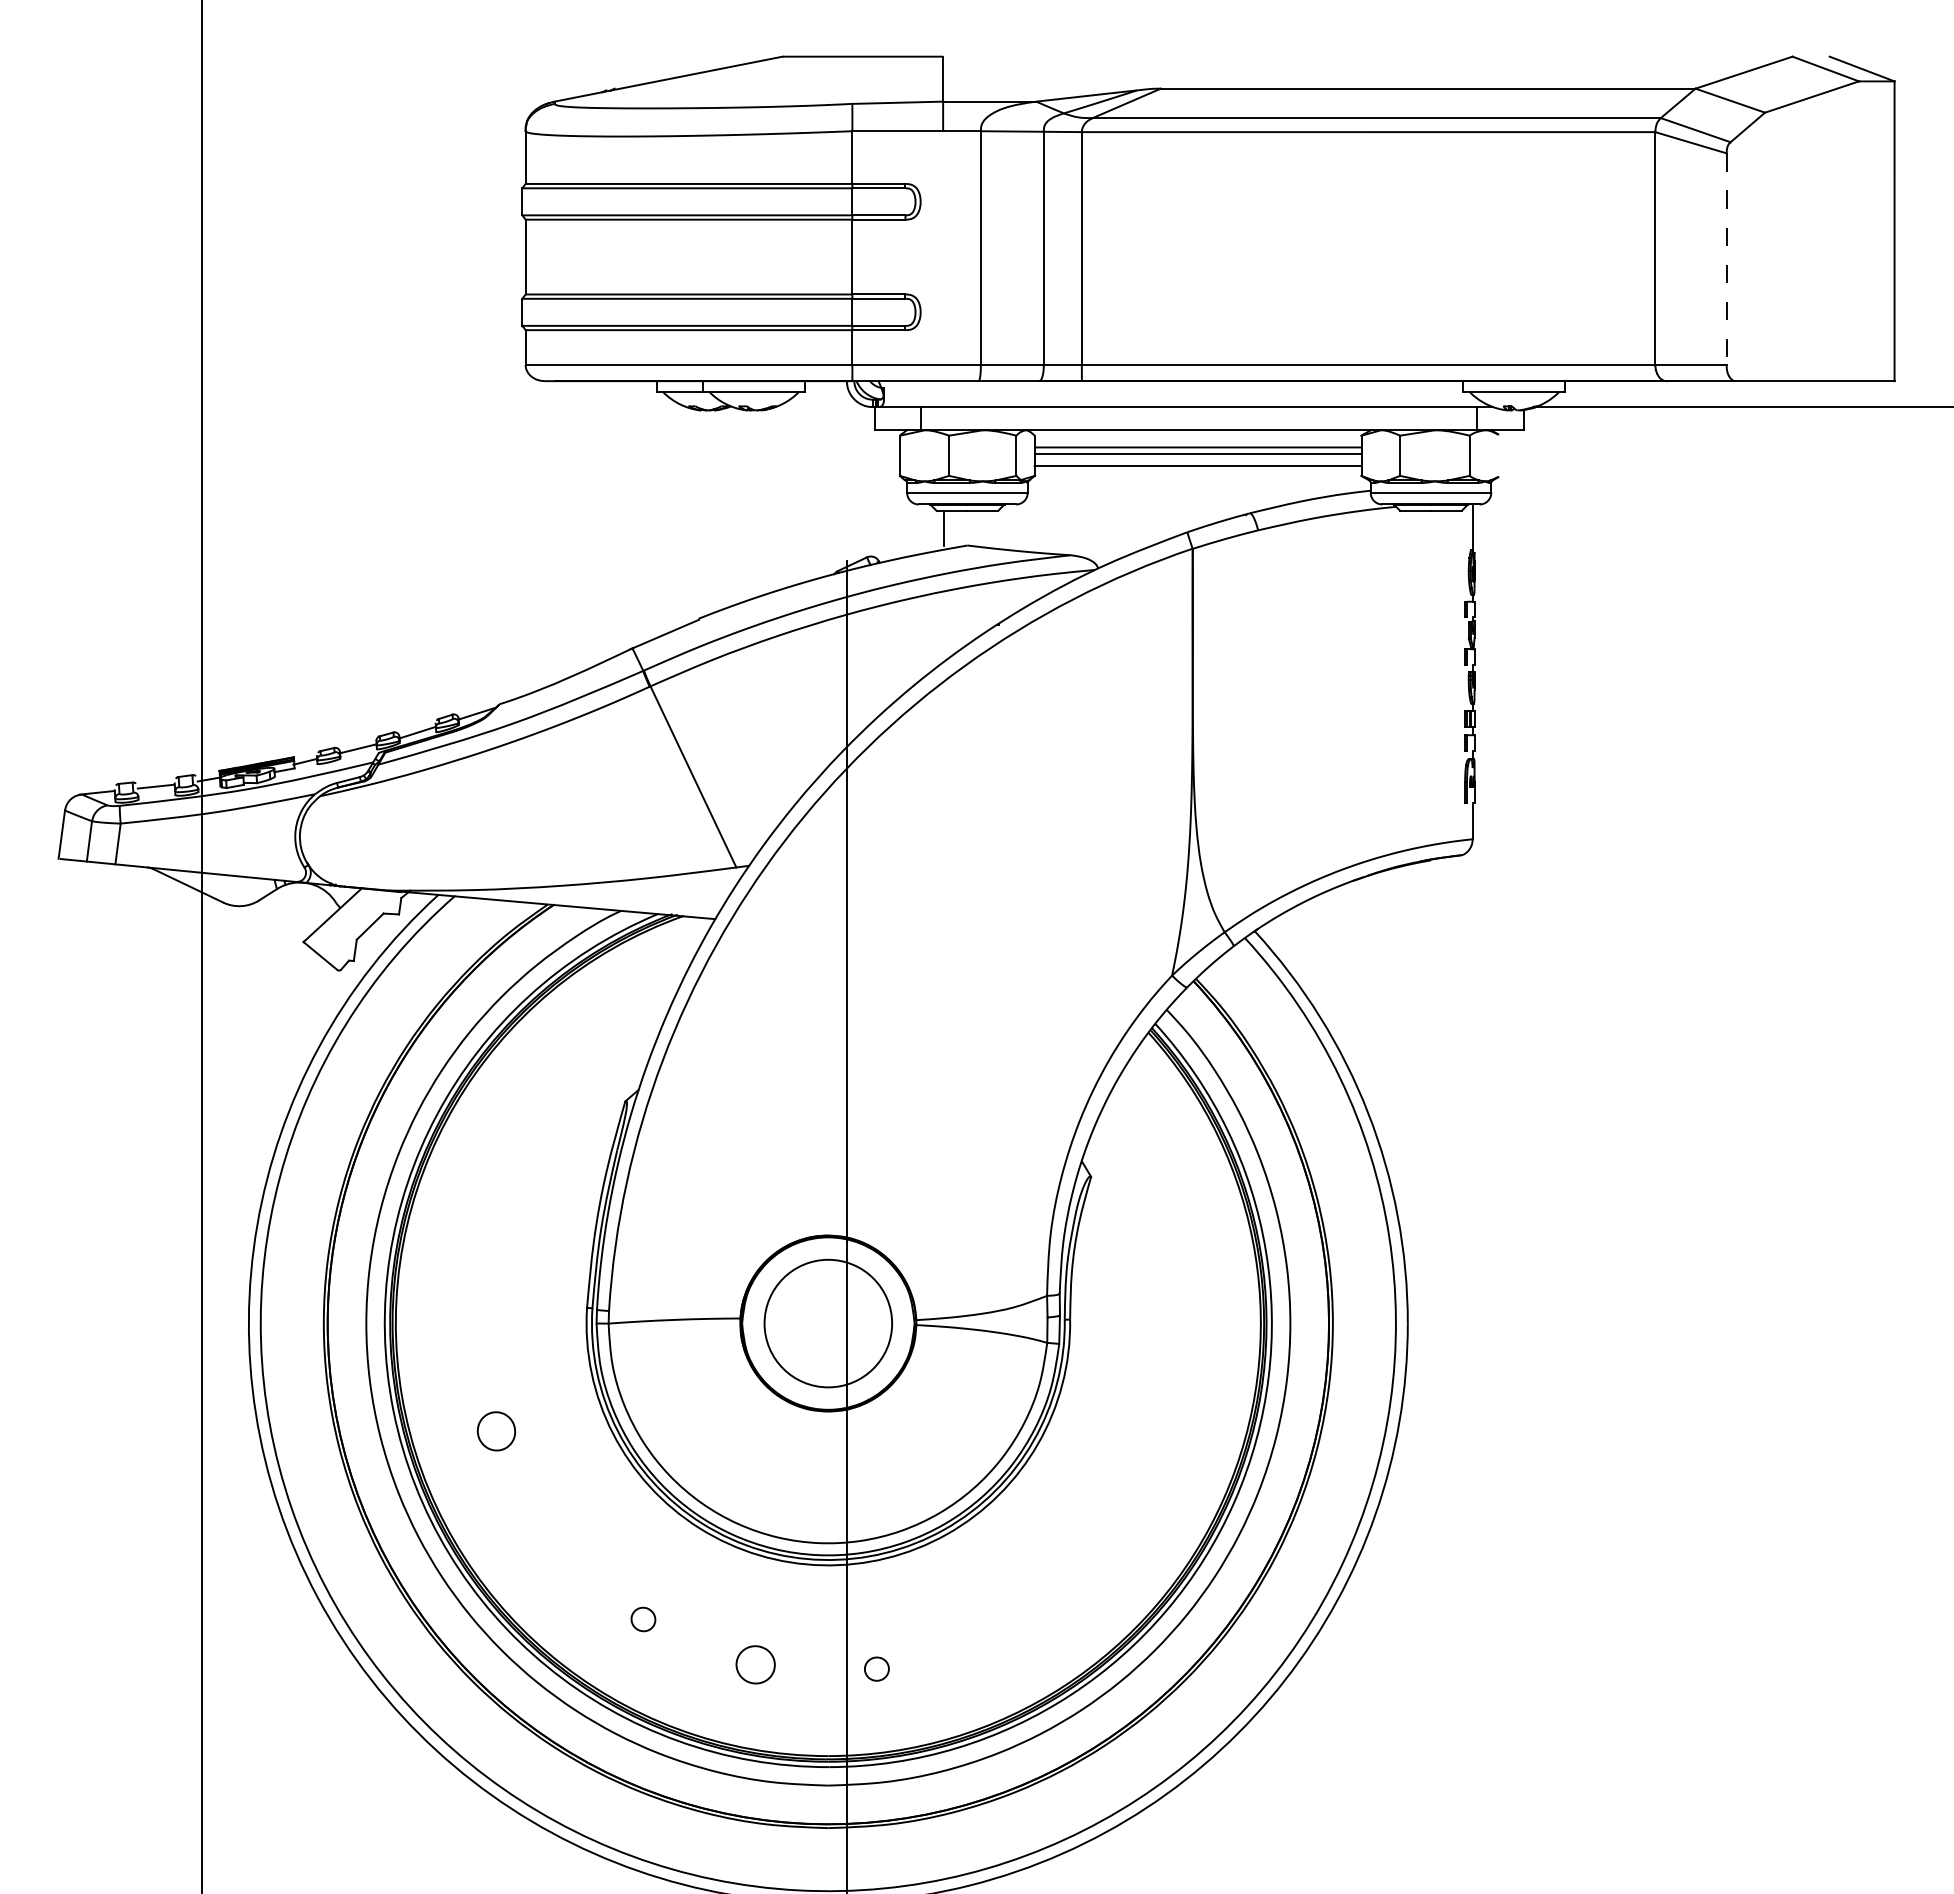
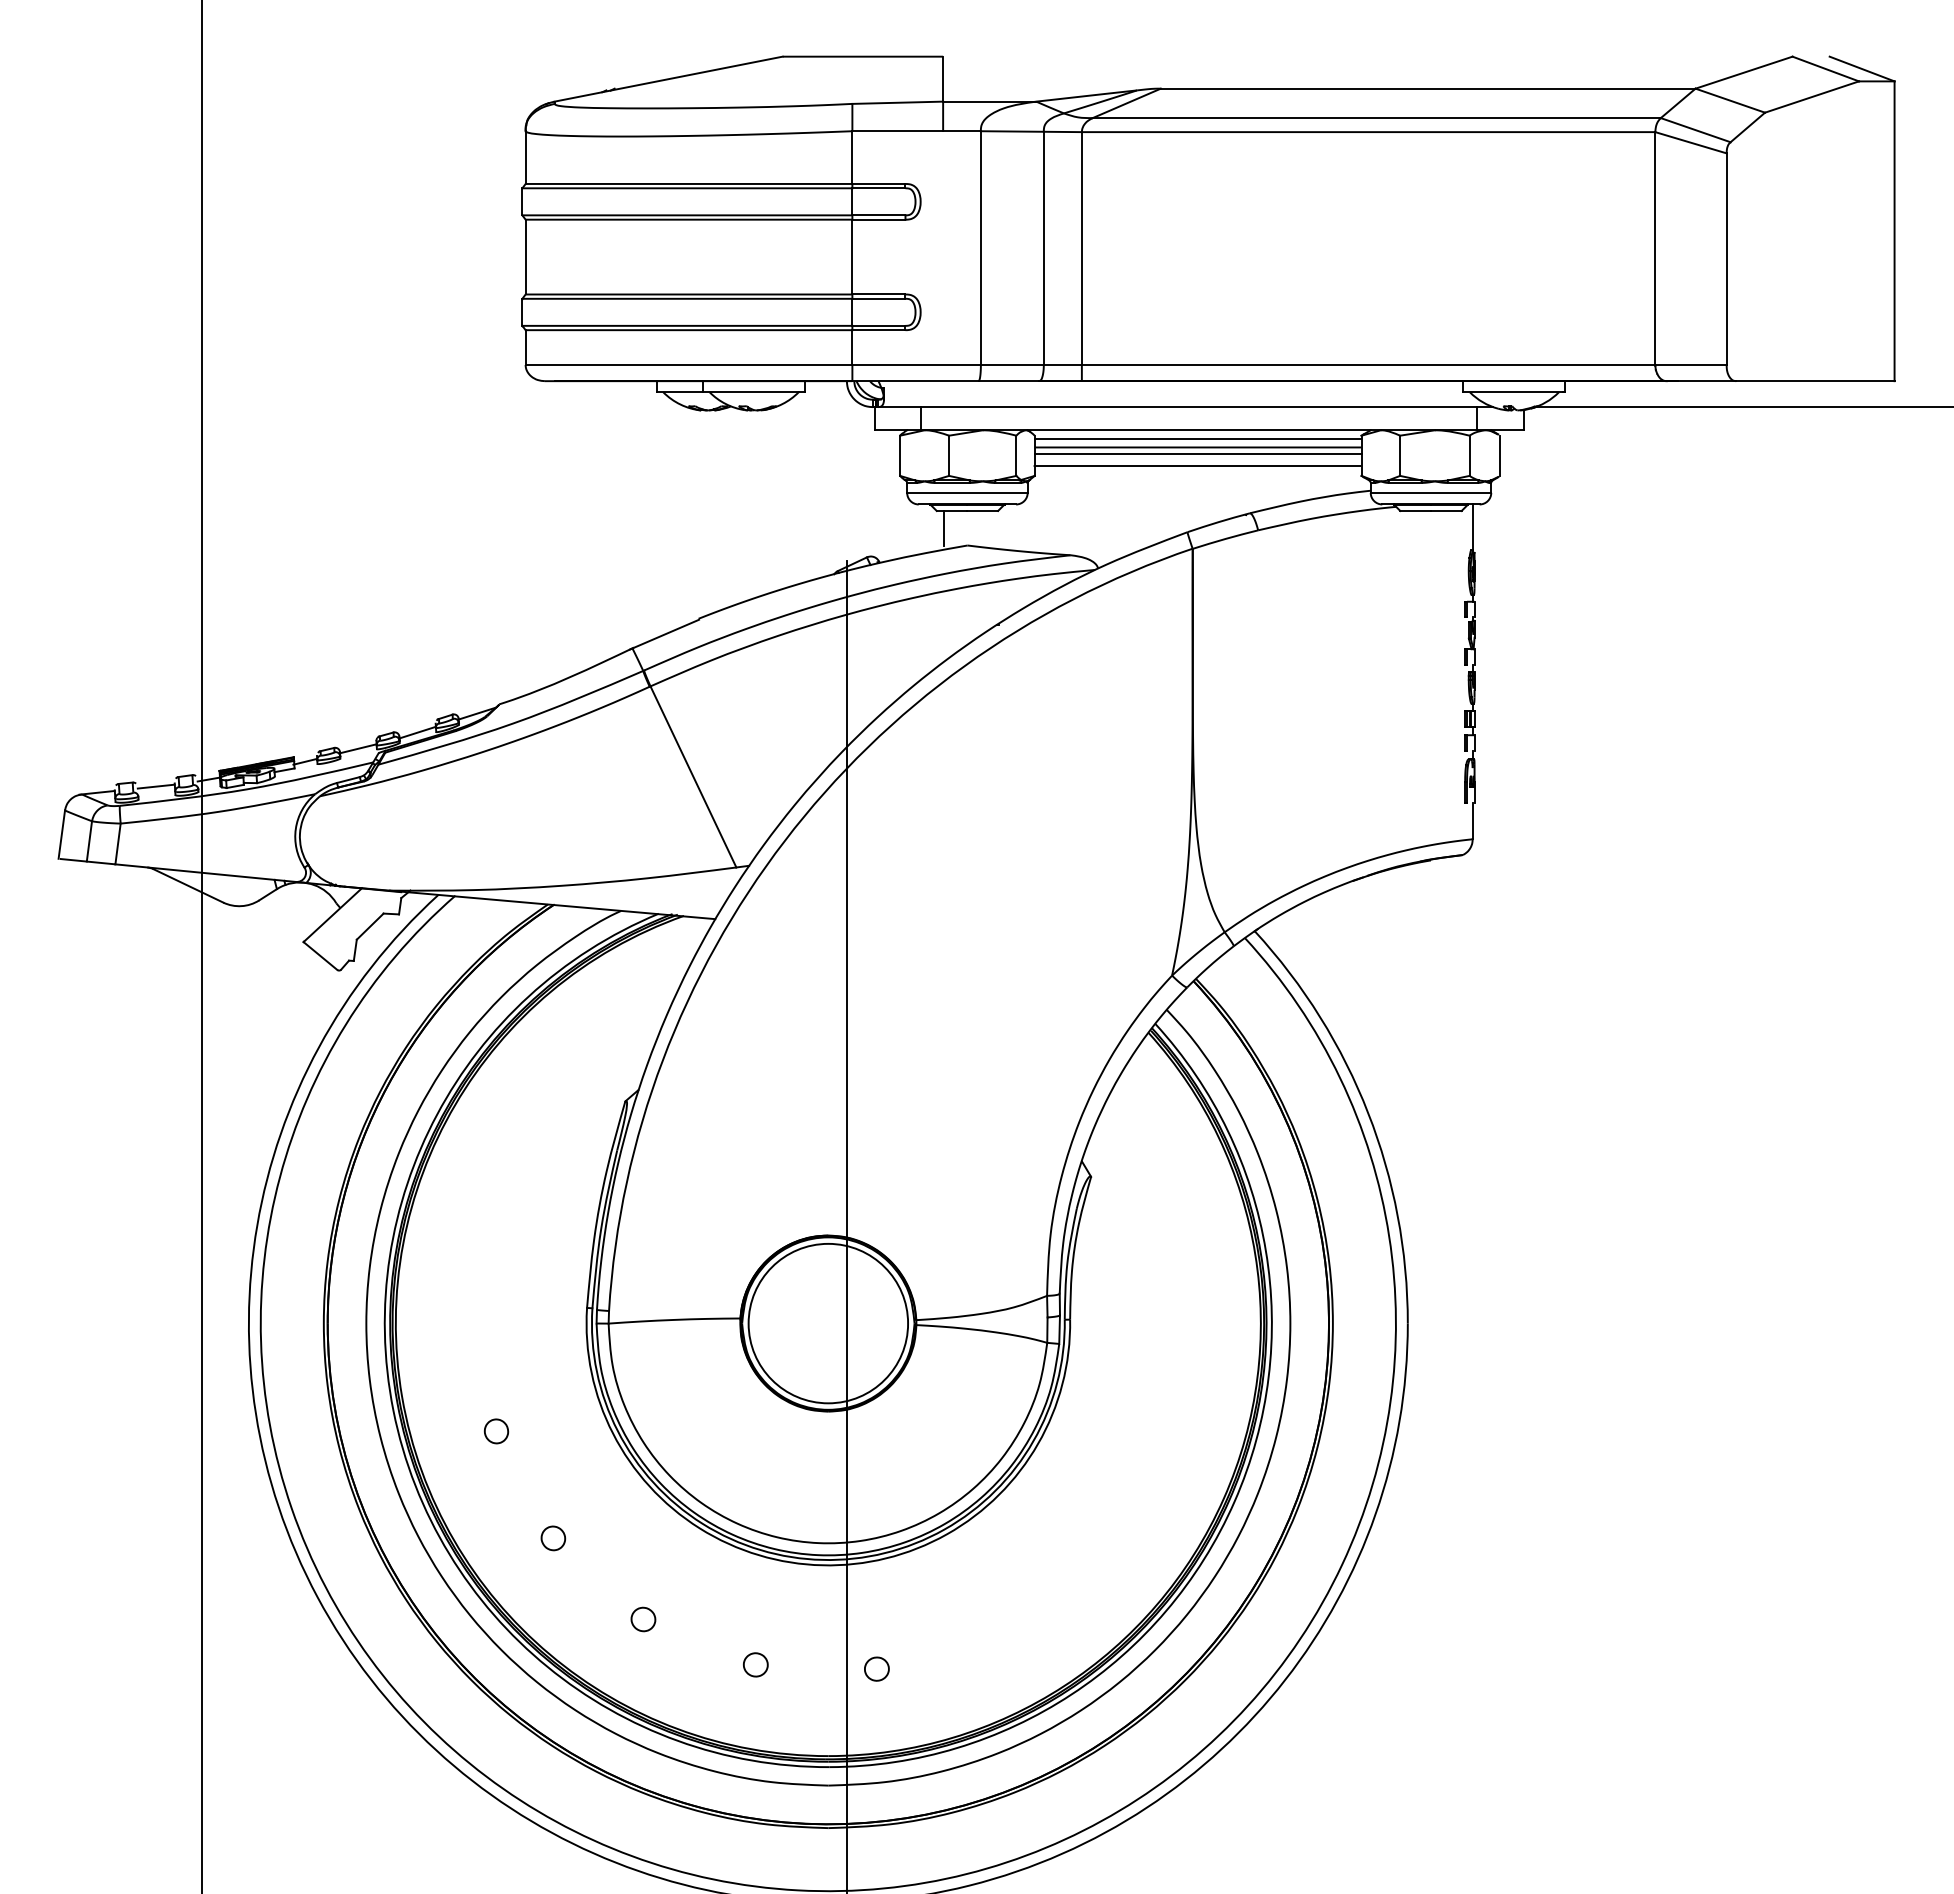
line at (1726, 259): dashed -> solid
line at (1197, 438): none -> present
line at (1500, 455): none -> present
circle at (828, 1323) diameter: 128 px -> 159 px
part at (496, 1431) size: 41x41 px -> 27x27 px
part at (553, 1538): none -> present
part at (755, 1664) size: 41x40 px -> 26x26 px
